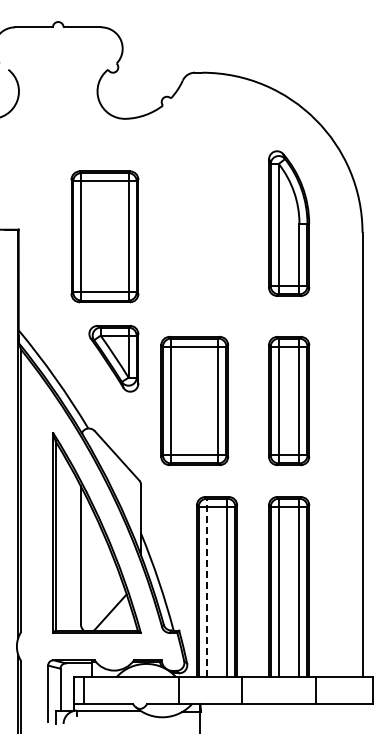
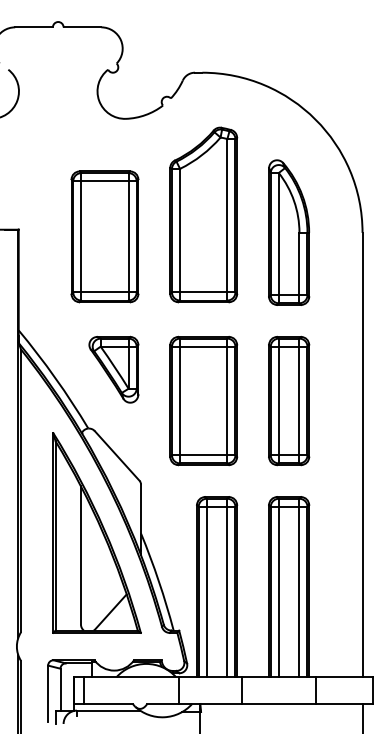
part at (203, 214): none -> present
part at (289, 223) position: (289, 223) -> (289, 232)
part at (113, 358) position: (113, 358) -> (113, 369)
part at (194, 400) position: (194, 400) -> (203, 400)
line at (206, 587): dashed -> solid
line at (362, 716): none -> present
